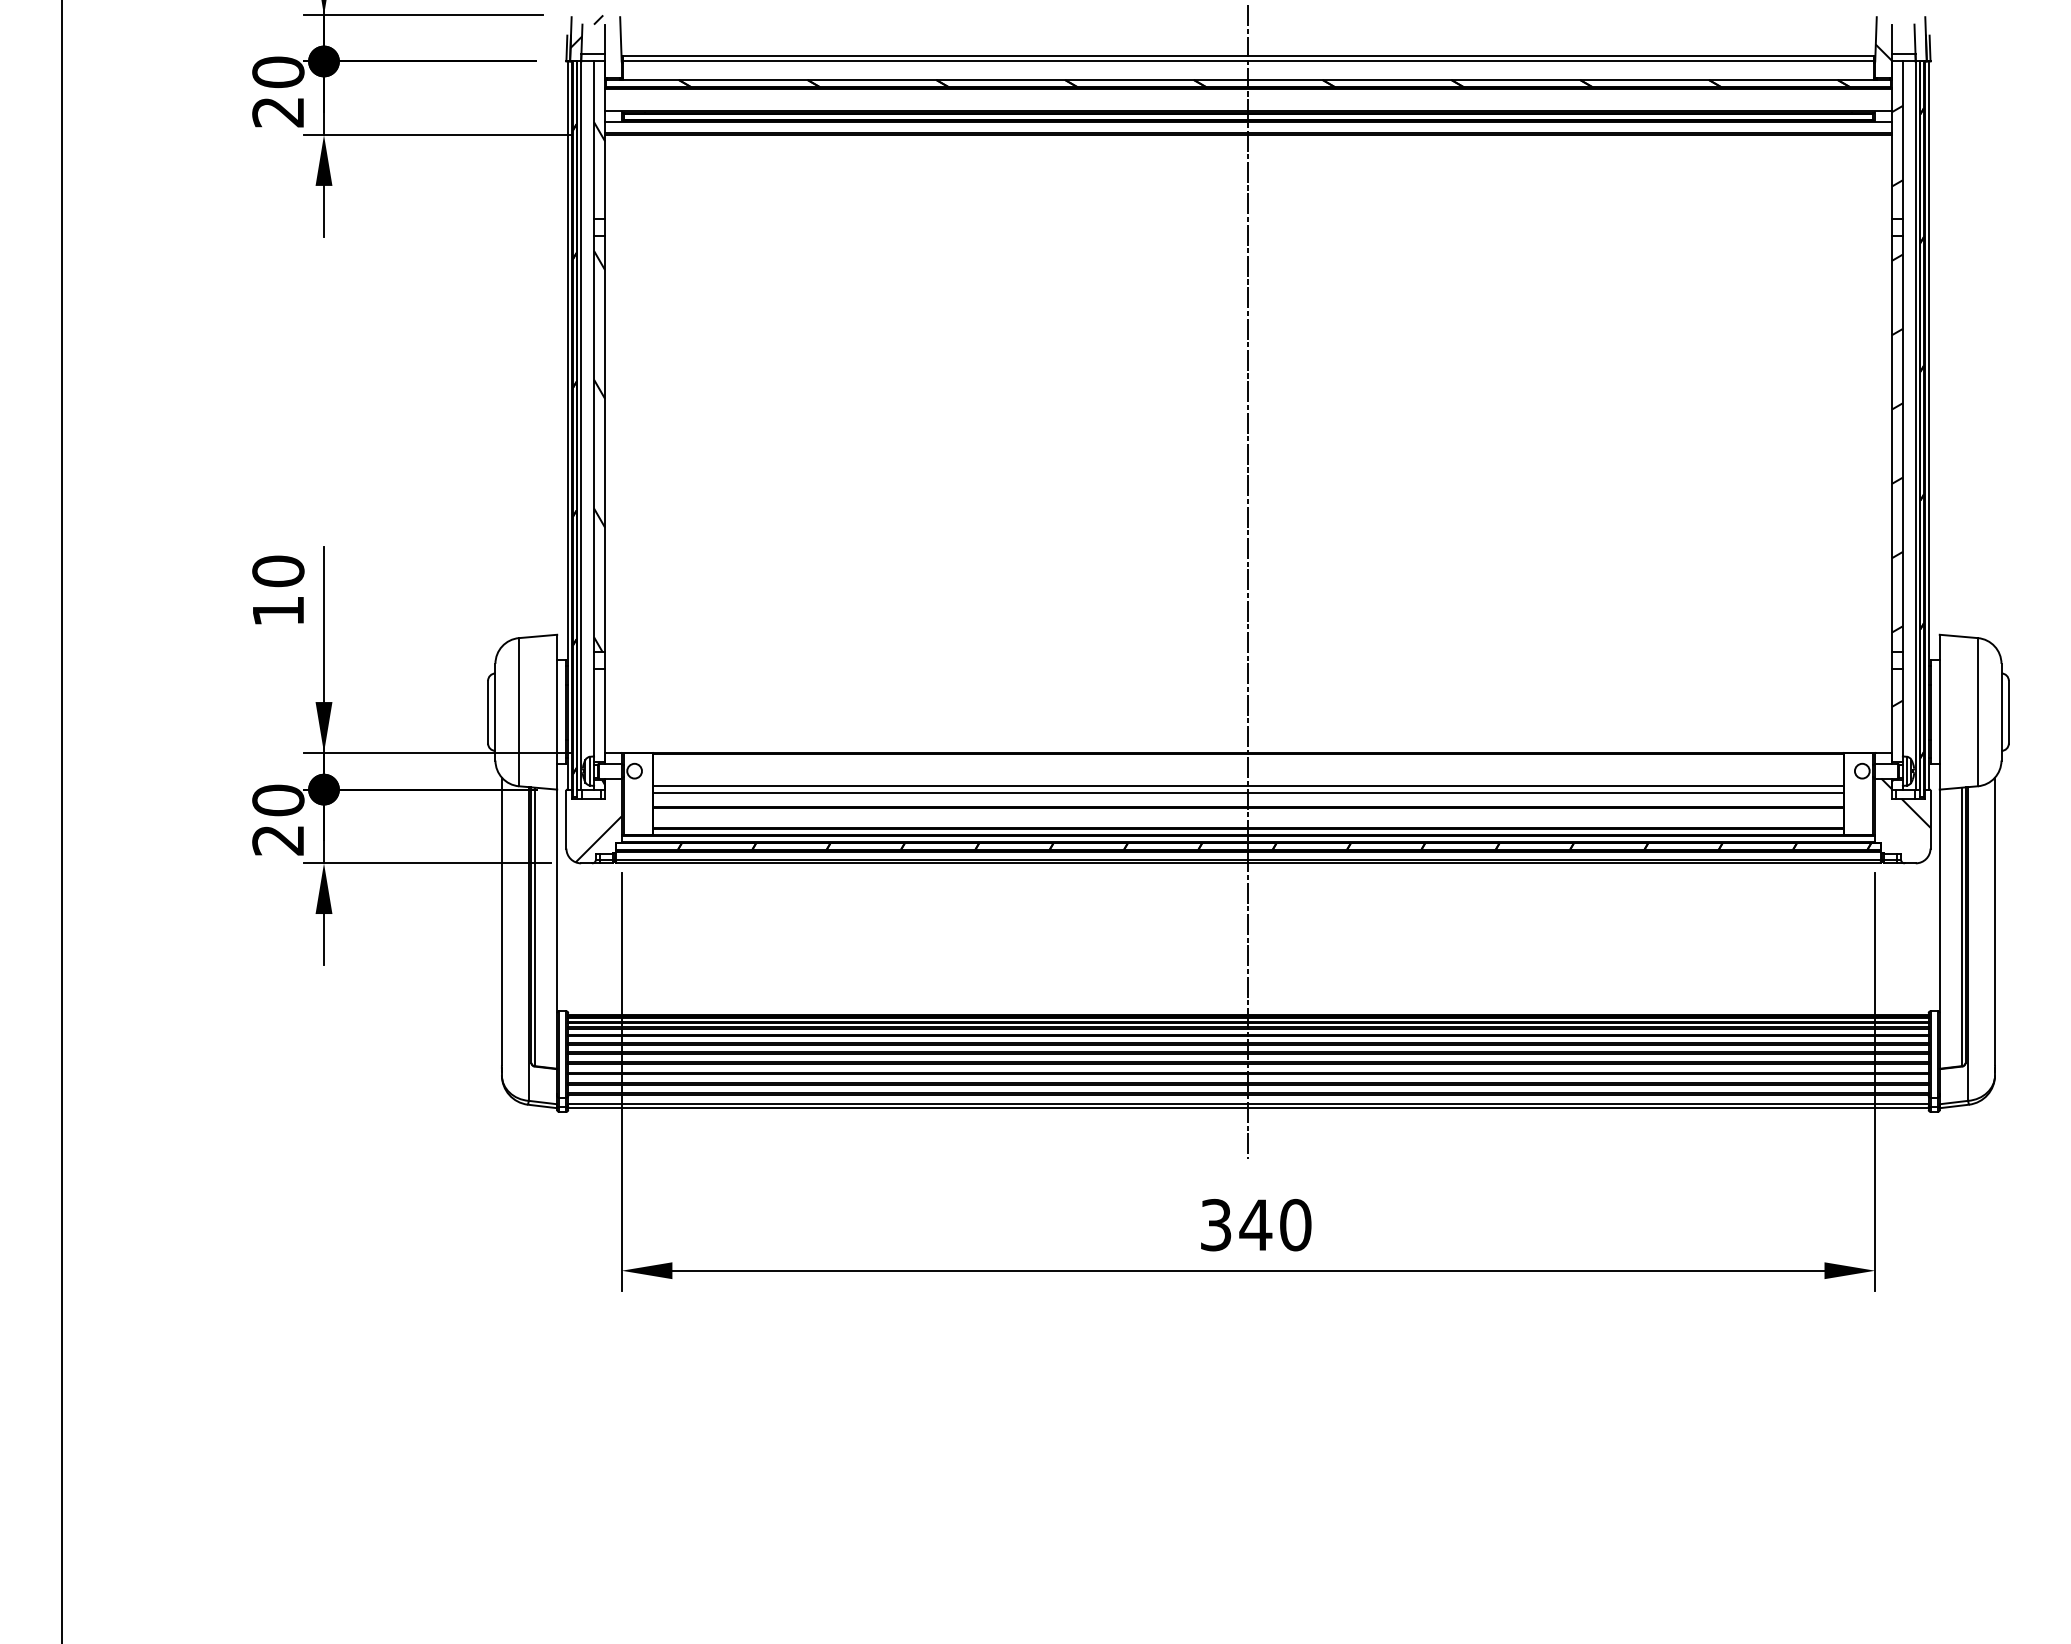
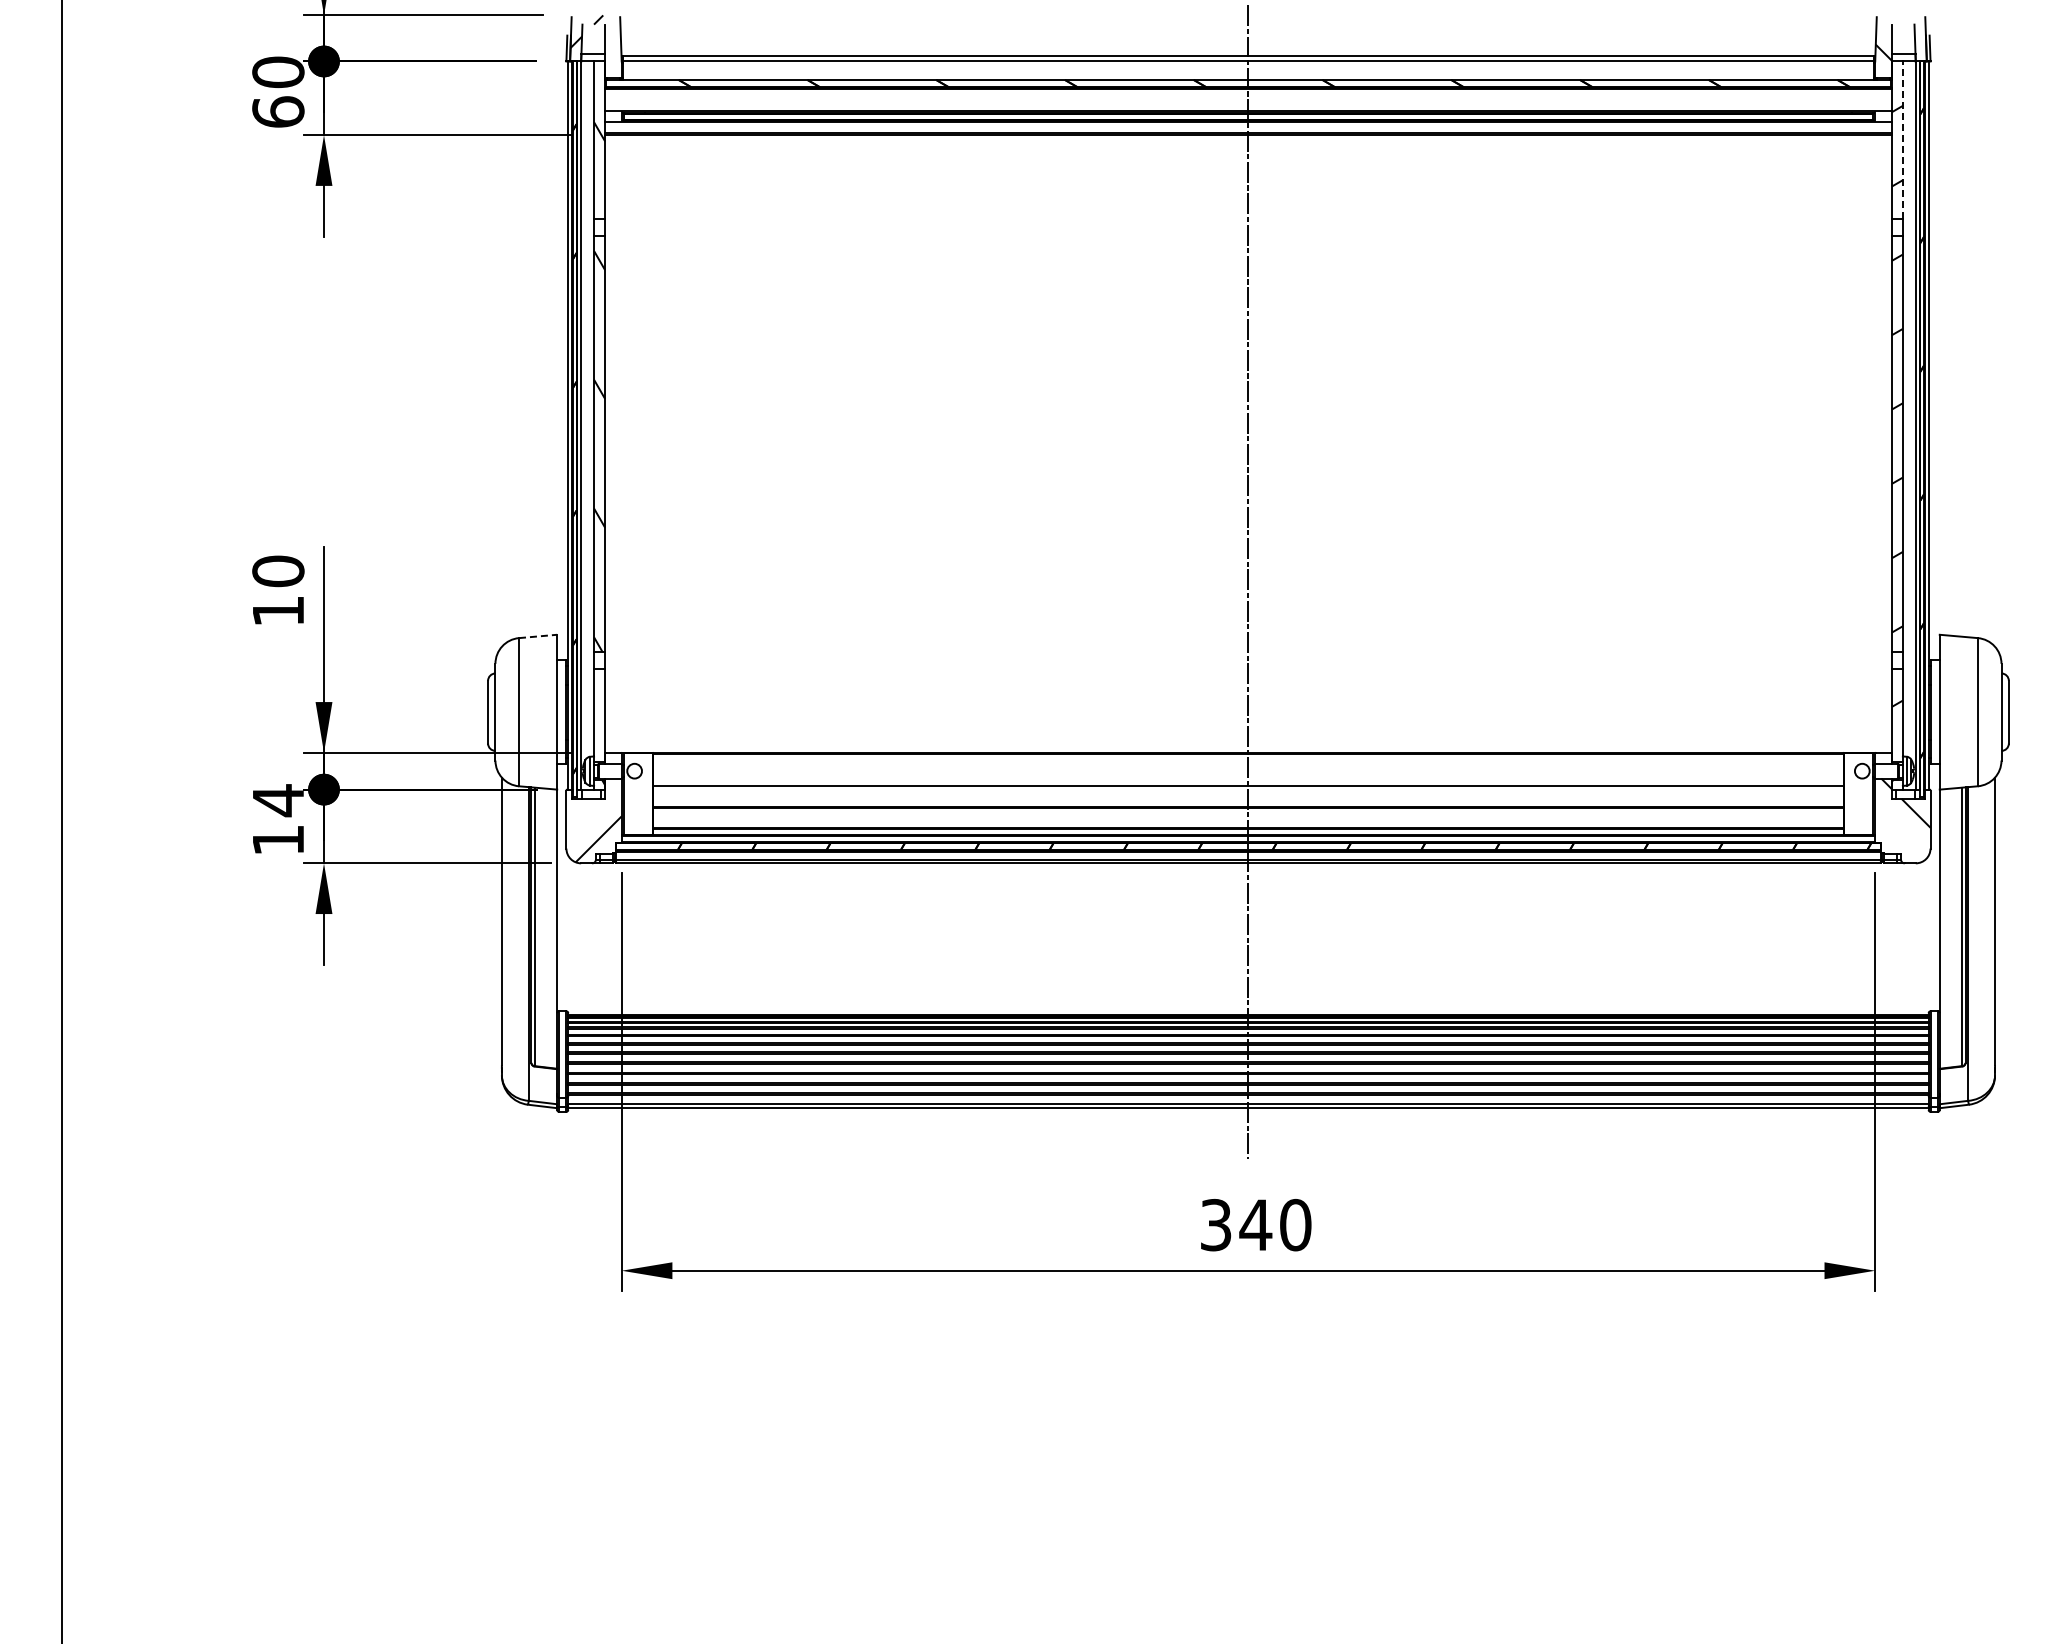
text at (278, 111): 20 -> 60
line at (1902, 140): solid -> dashed
line at (538, 636): solid -> dashed
line at (1248, 793): present -> none
text at (278, 819): 20 -> 14
